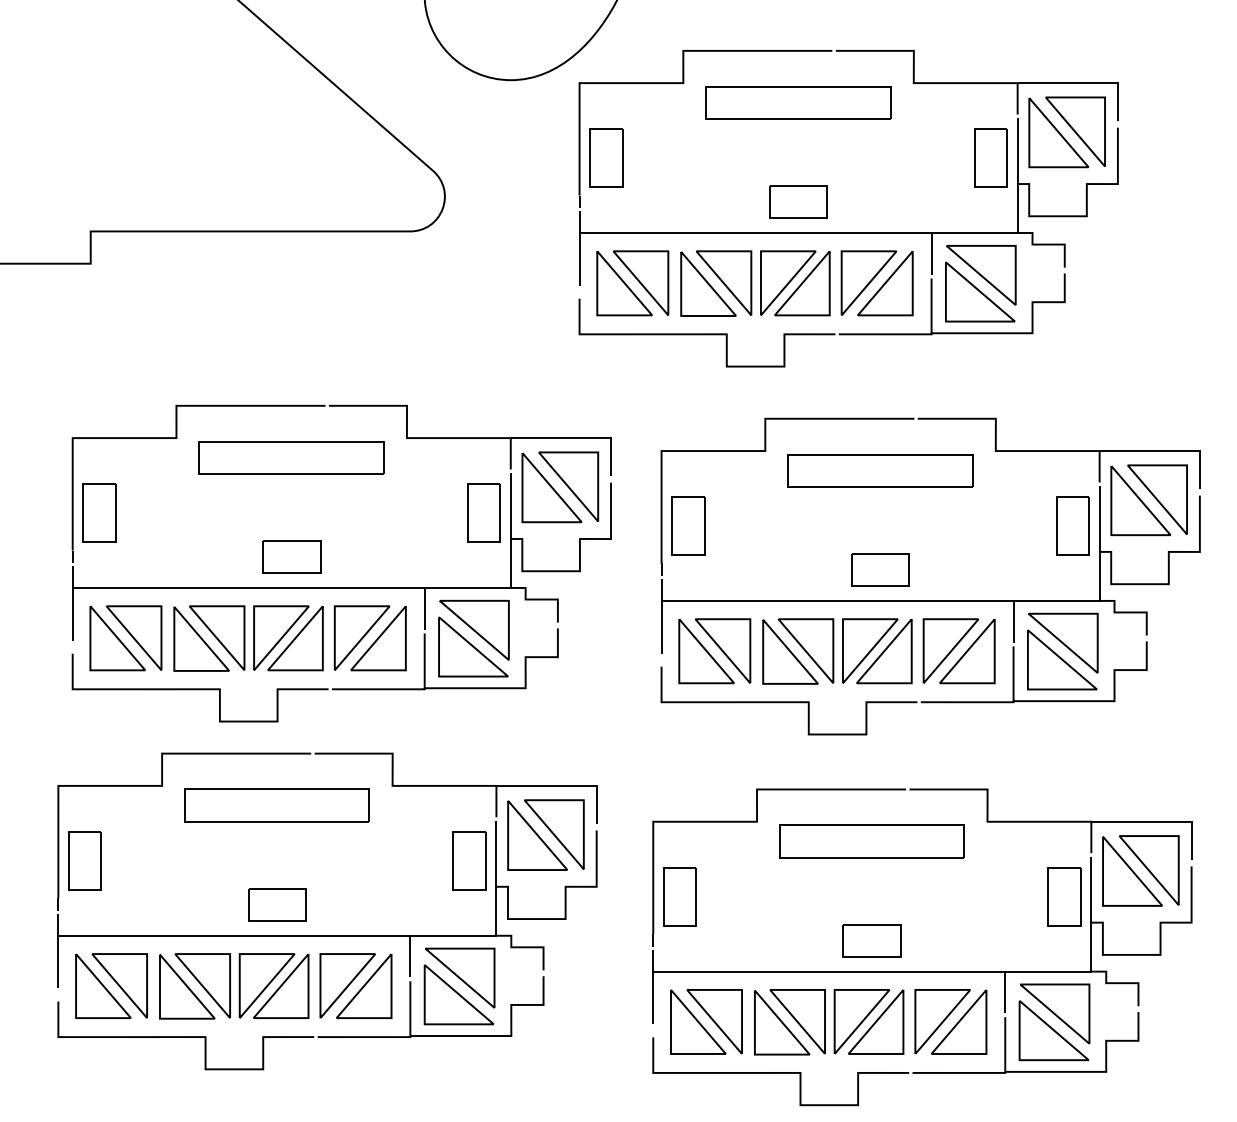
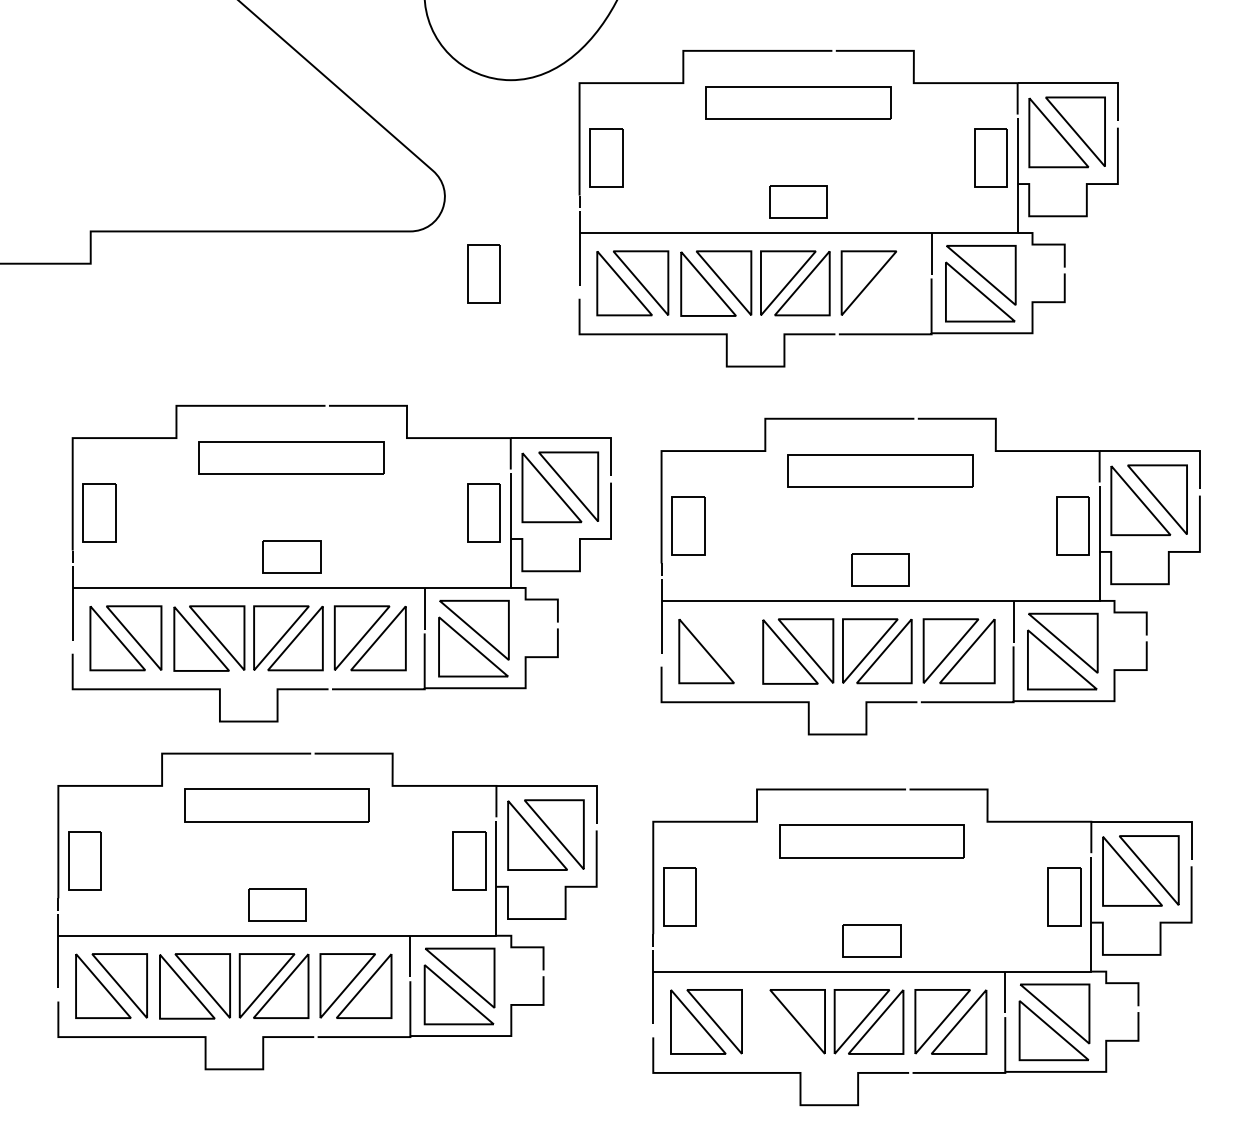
part at (483, 273): none -> present
part at (885, 283): present -> none
part at (722, 650): present -> none
part at (782, 1022): present -> none
